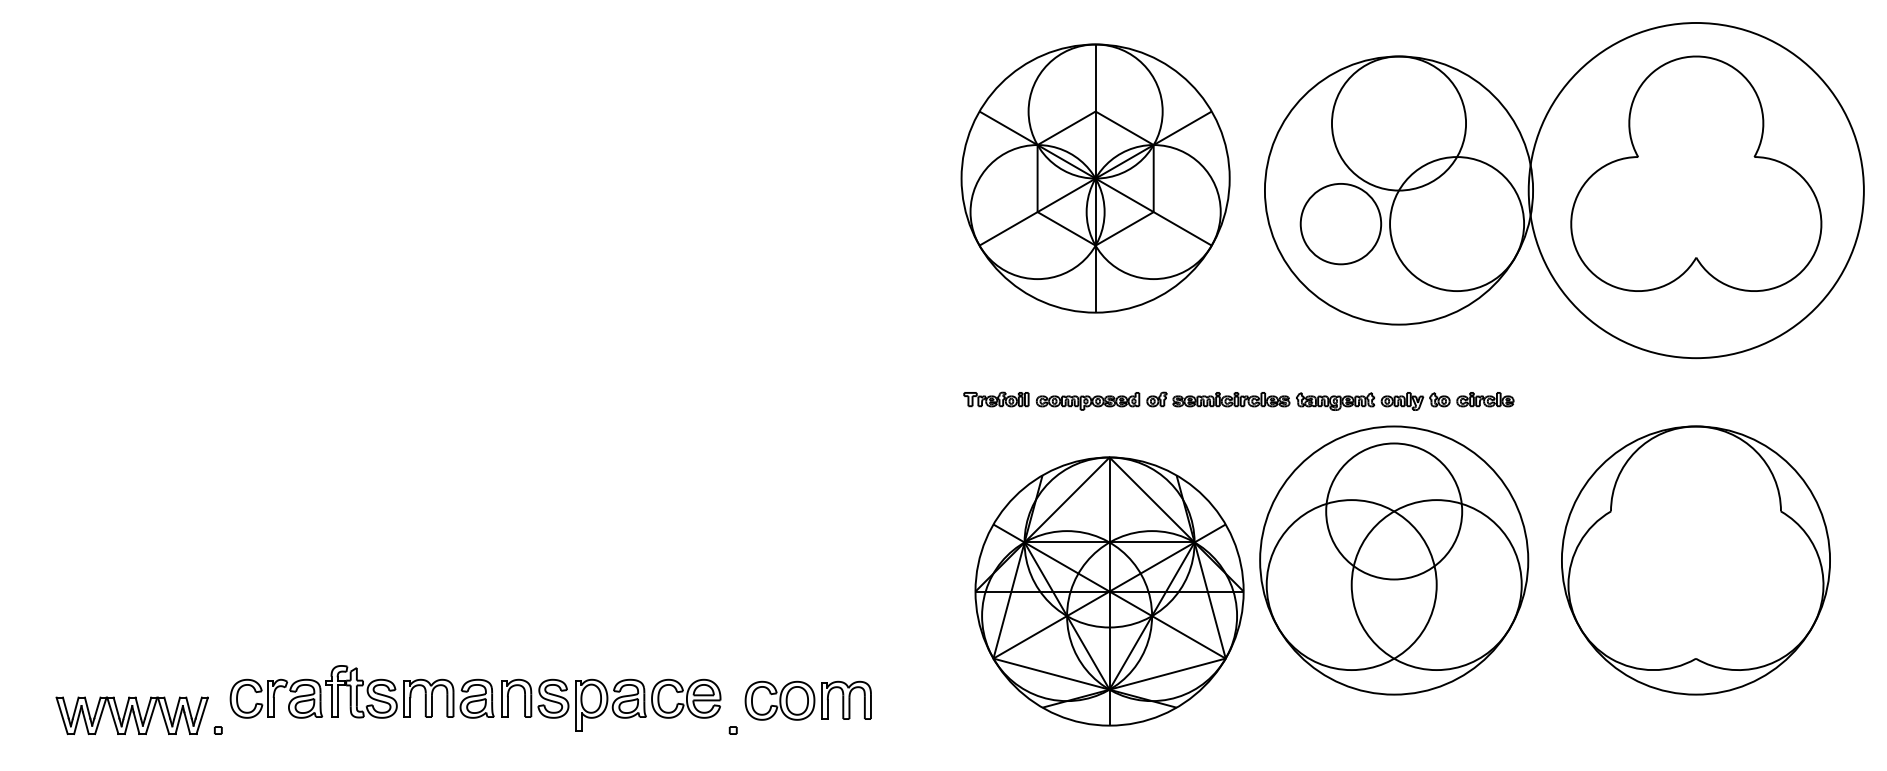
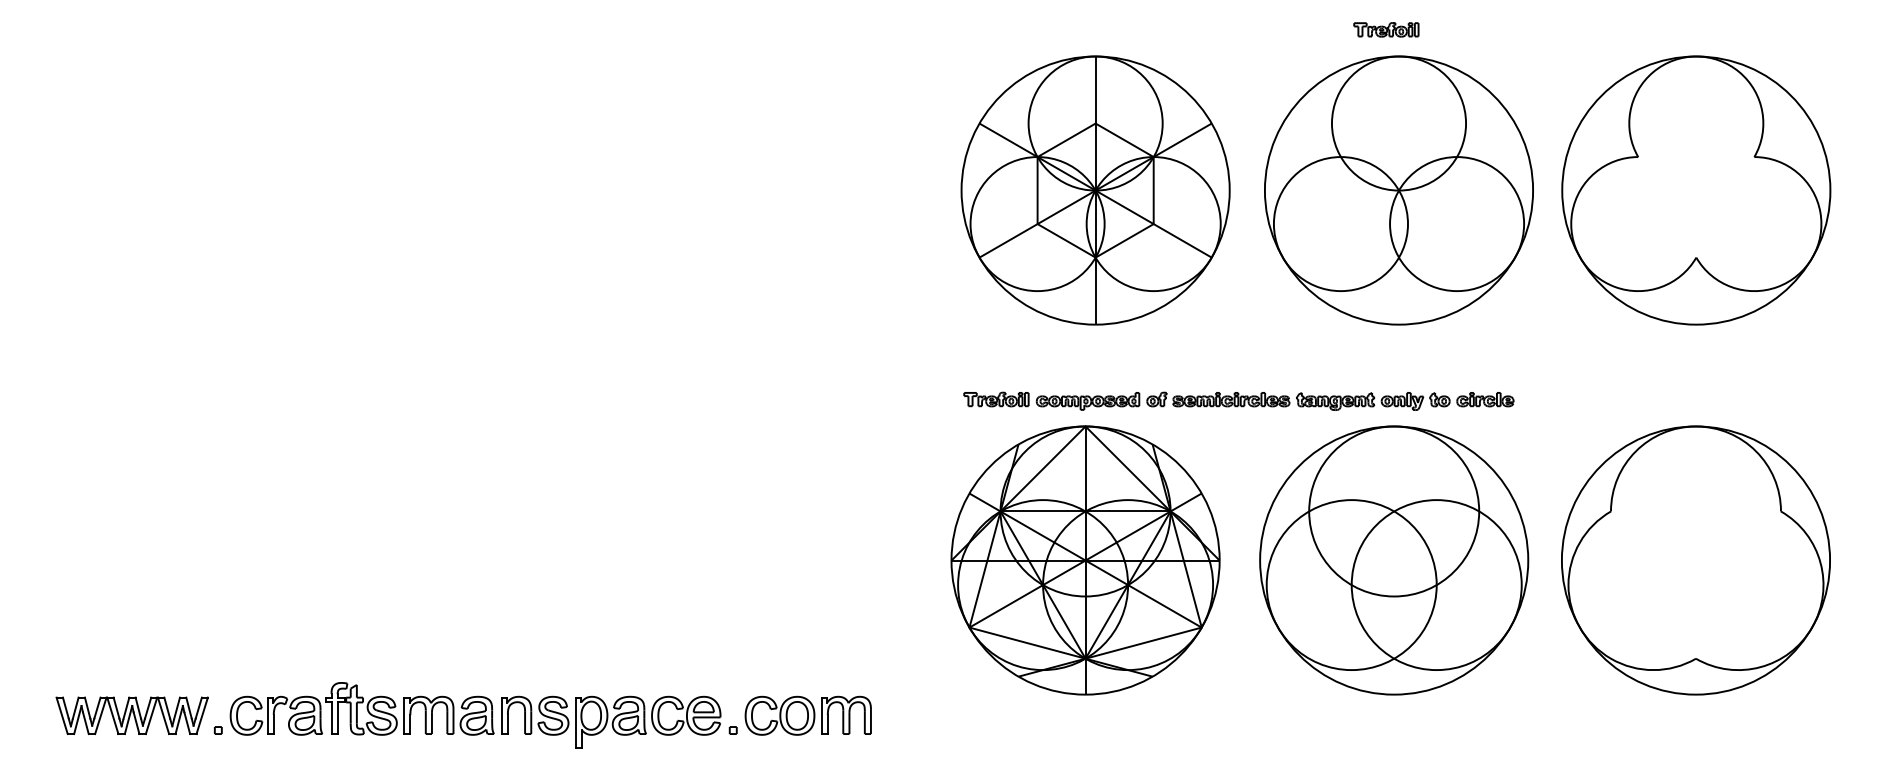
part at (1386, 29): none -> present
part at (1095, 178) position: (1095, 178) -> (1095, 190)
circle at (1695, 190) diameter: 335 px -> 268 px
circle at (1340, 223) diameter: 80 px -> 134 px
circle at (1394, 511) diameter: 136 px -> 170 px
part at (1109, 591) position: (1109, 591) -> (1085, 560)
part at (475, 698) position: (475, 698) -> (475, 715)
part at (807, 700) position: (807, 700) -> (807, 715)
